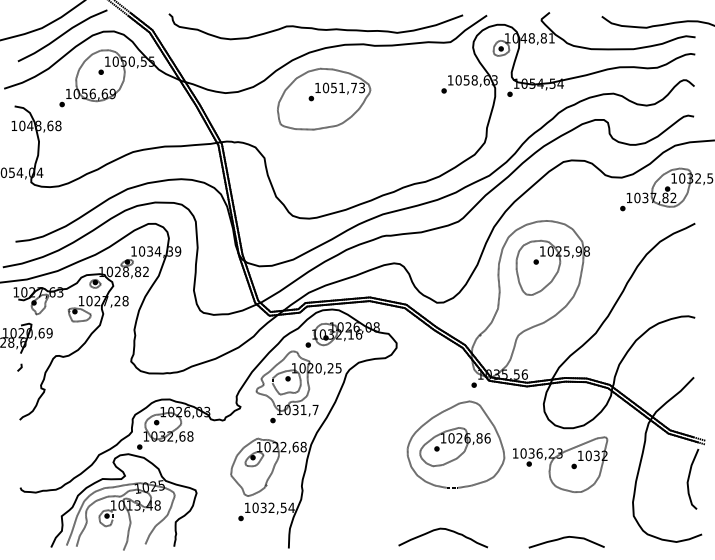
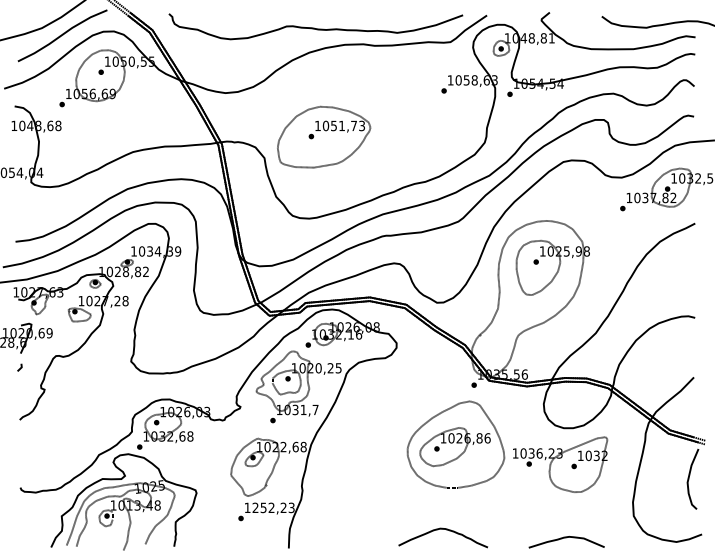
part at (324, 98) position: (324, 98) -> (324, 136)
text at (273, 507): 1032,54 -> 1252,23
